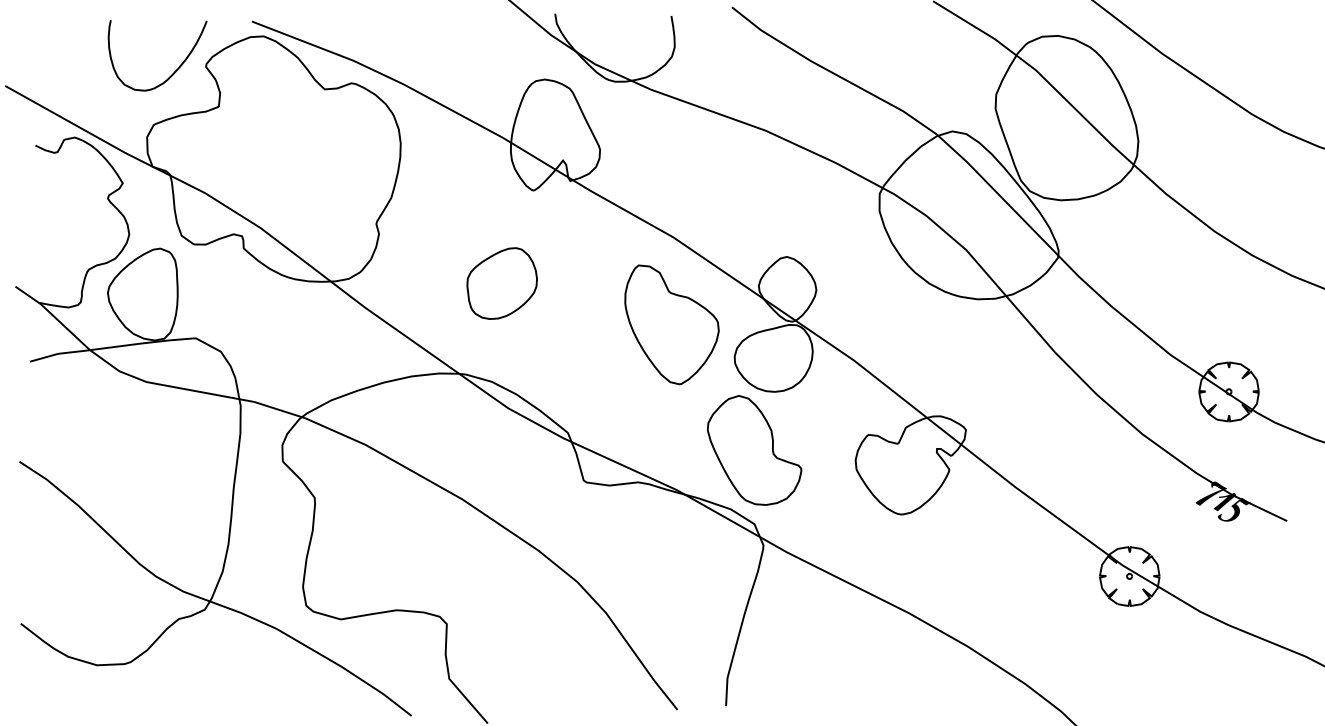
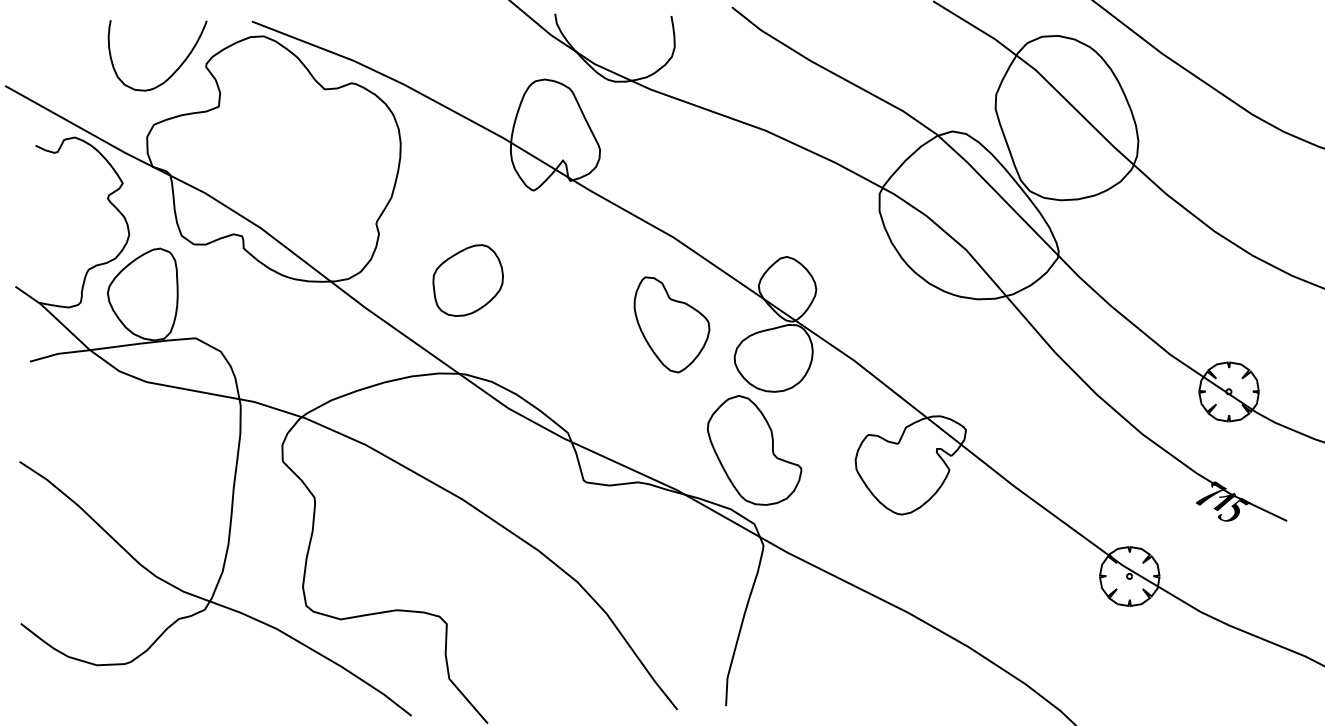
part at (501, 283) position: (501, 283) -> (467, 280)
part at (671, 324) size: 96x122 px -> 78x98 px
